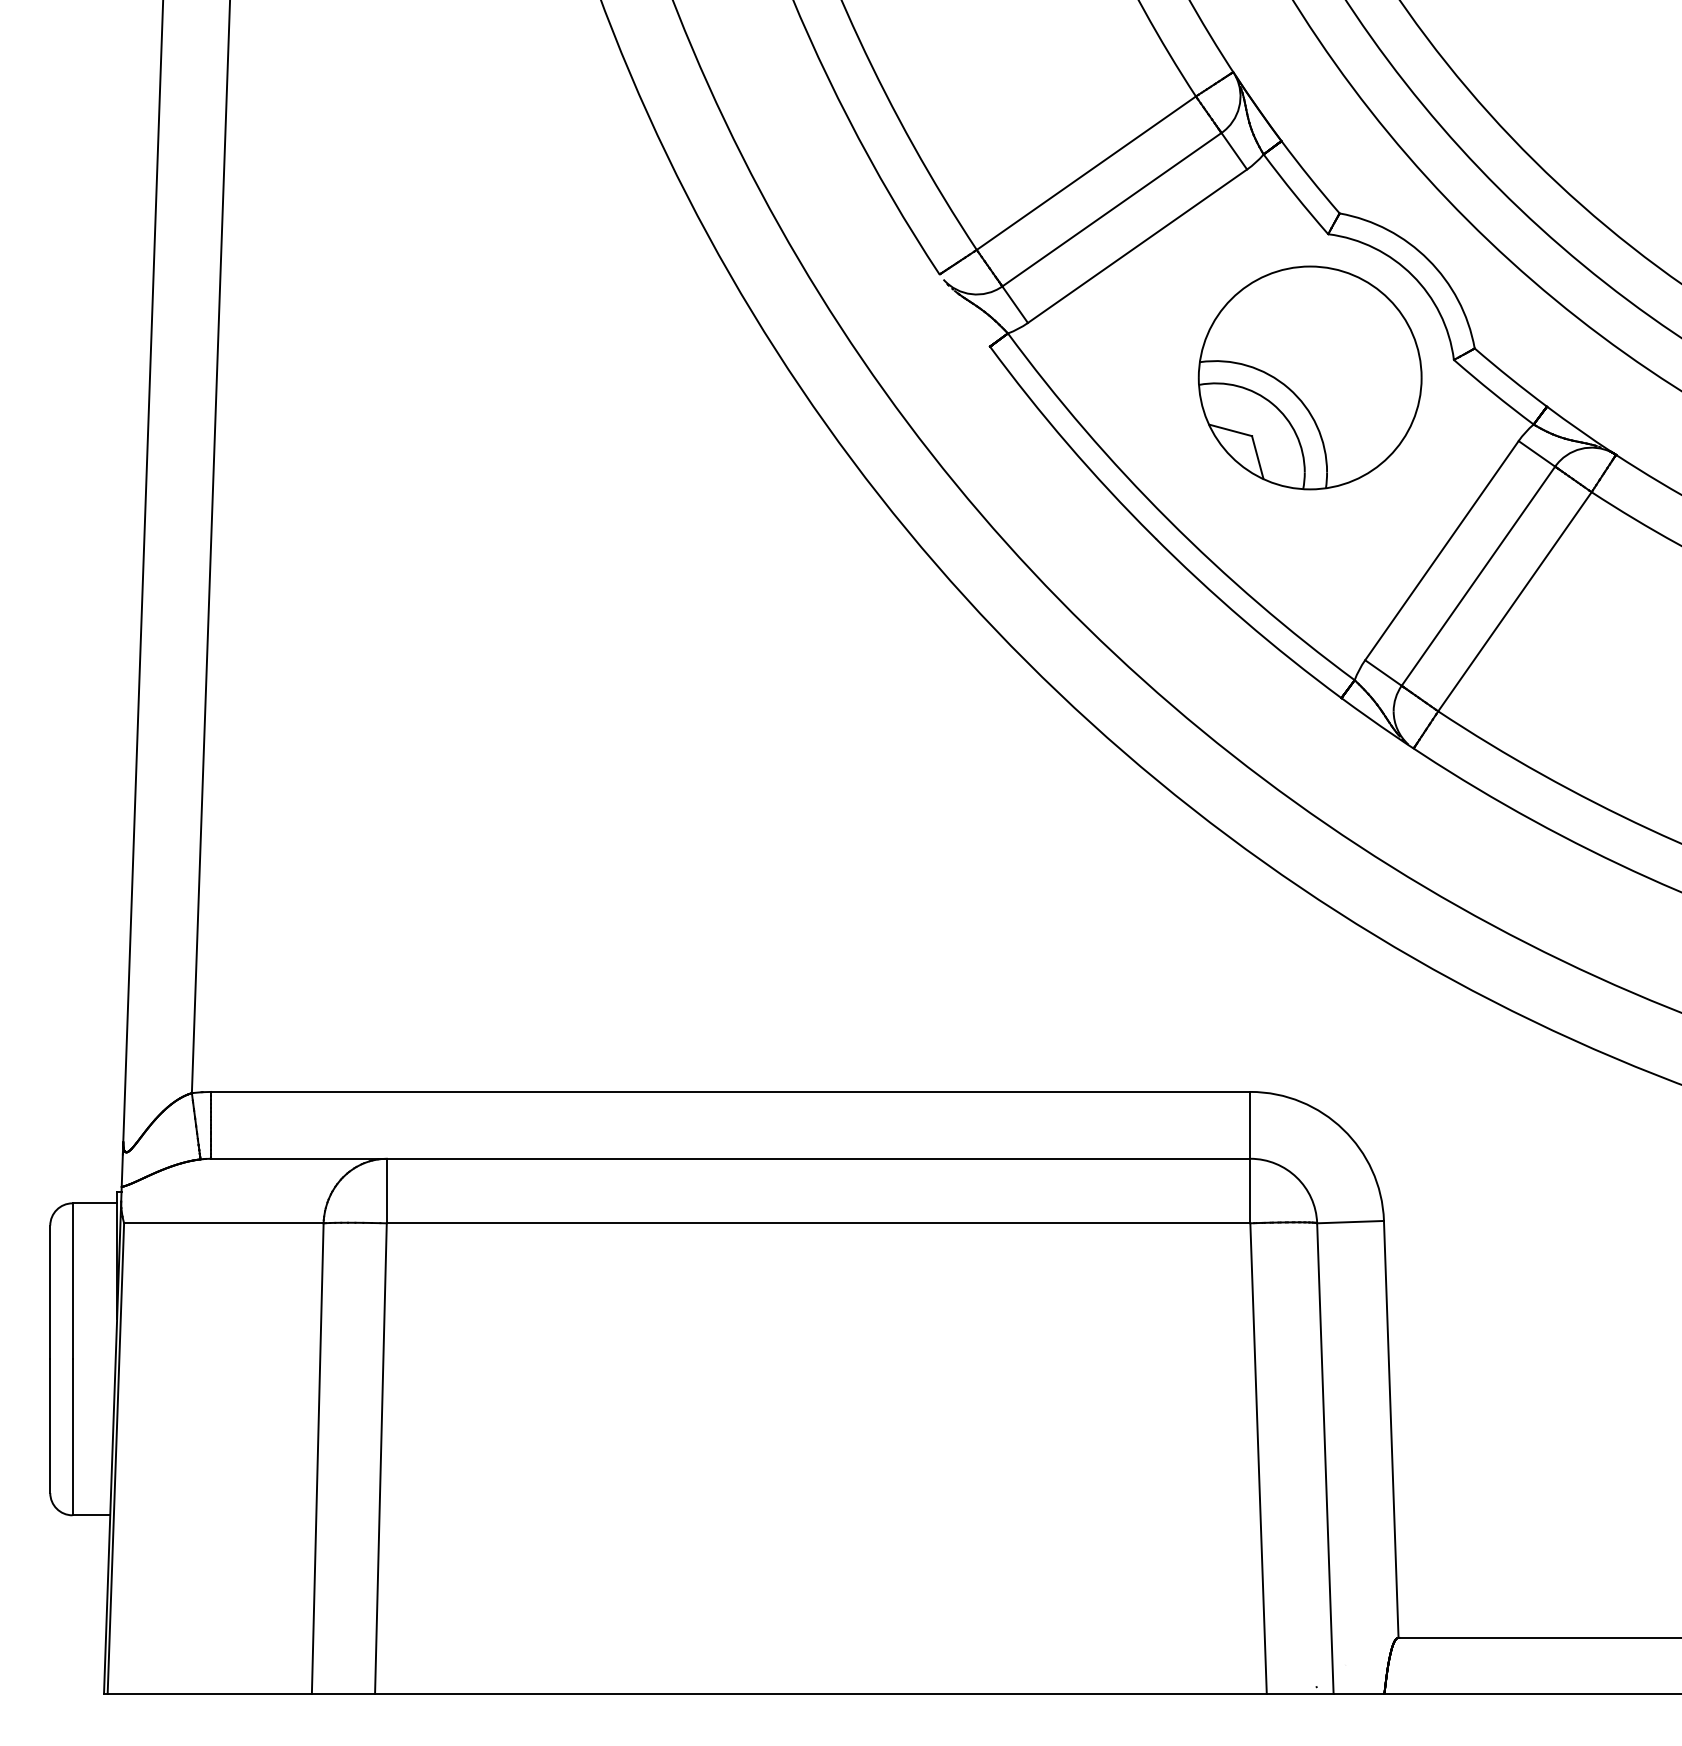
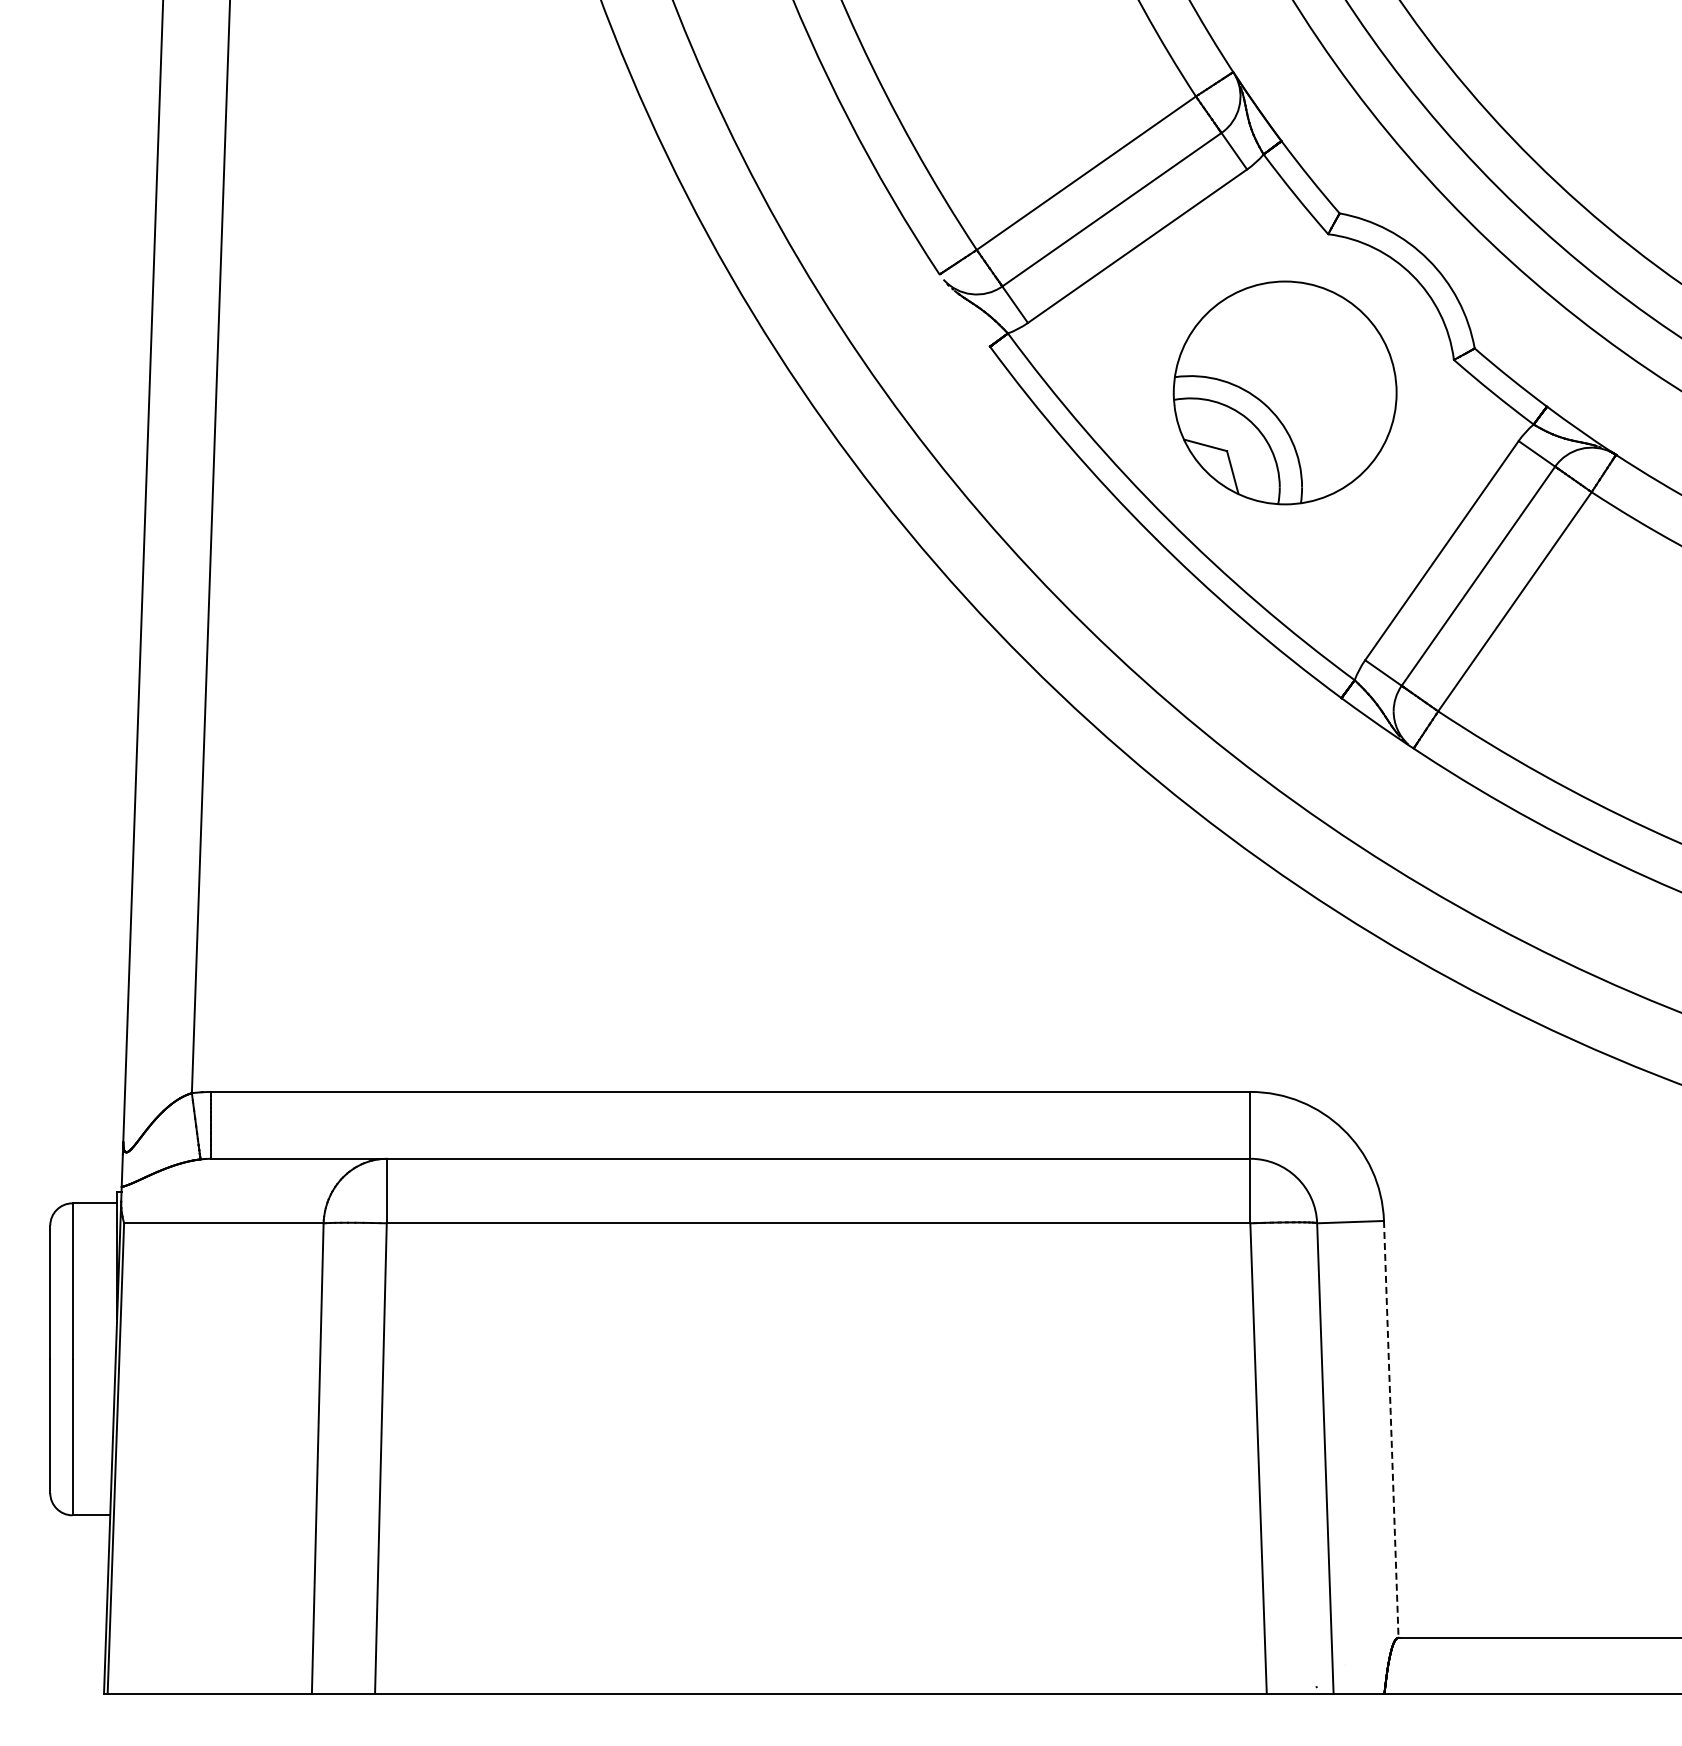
part at (1309, 377) position: (1309, 377) -> (1284, 392)
line at (1391, 1429): solid -> dashed
